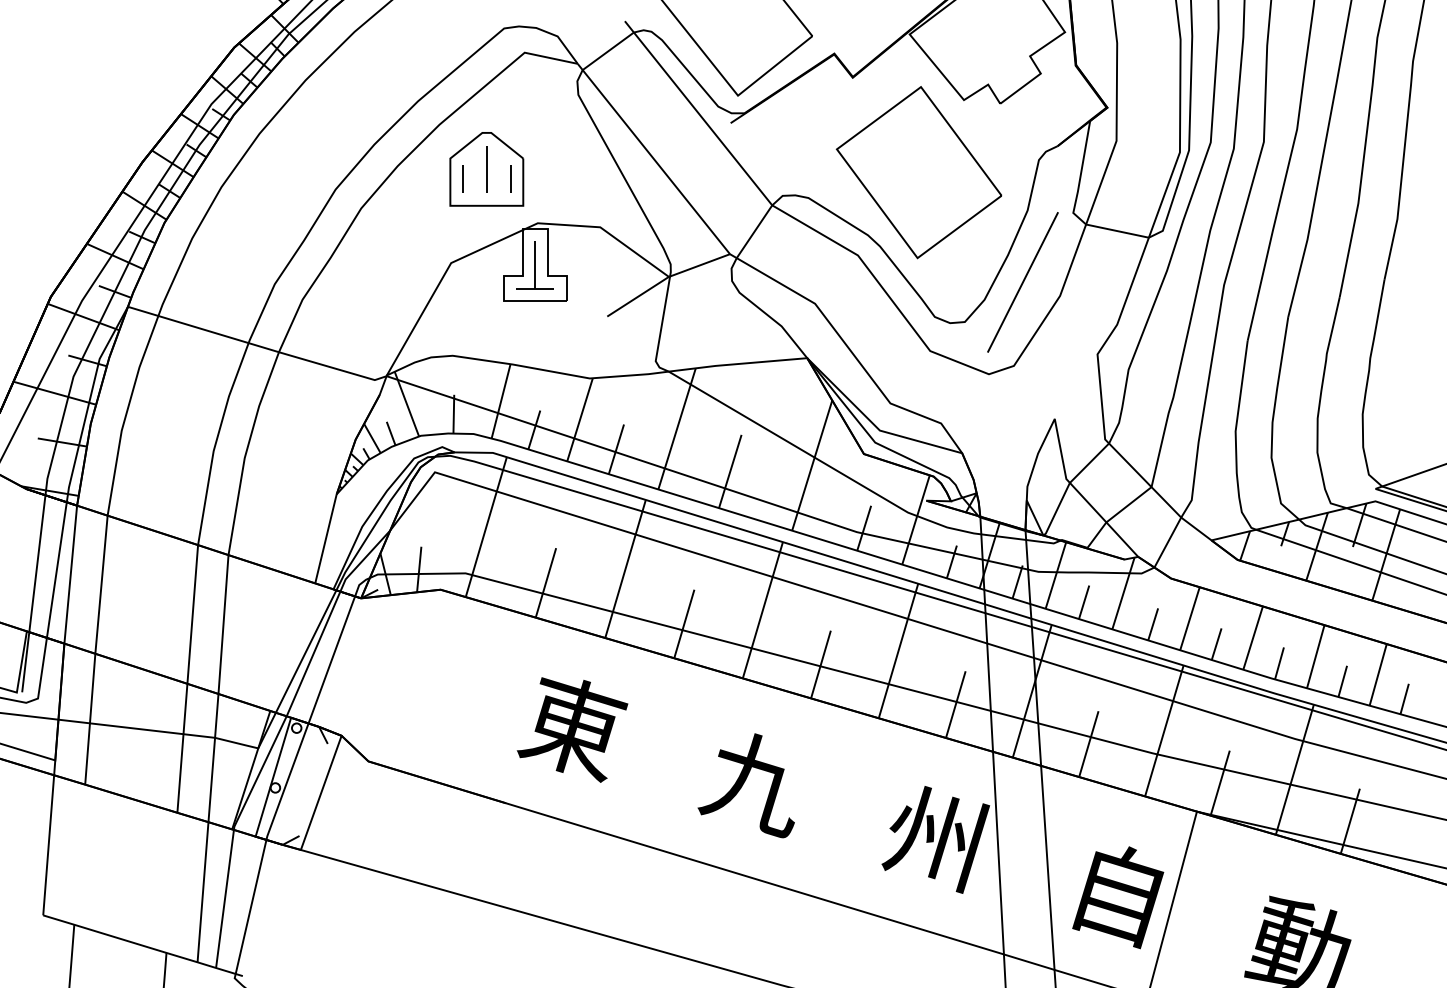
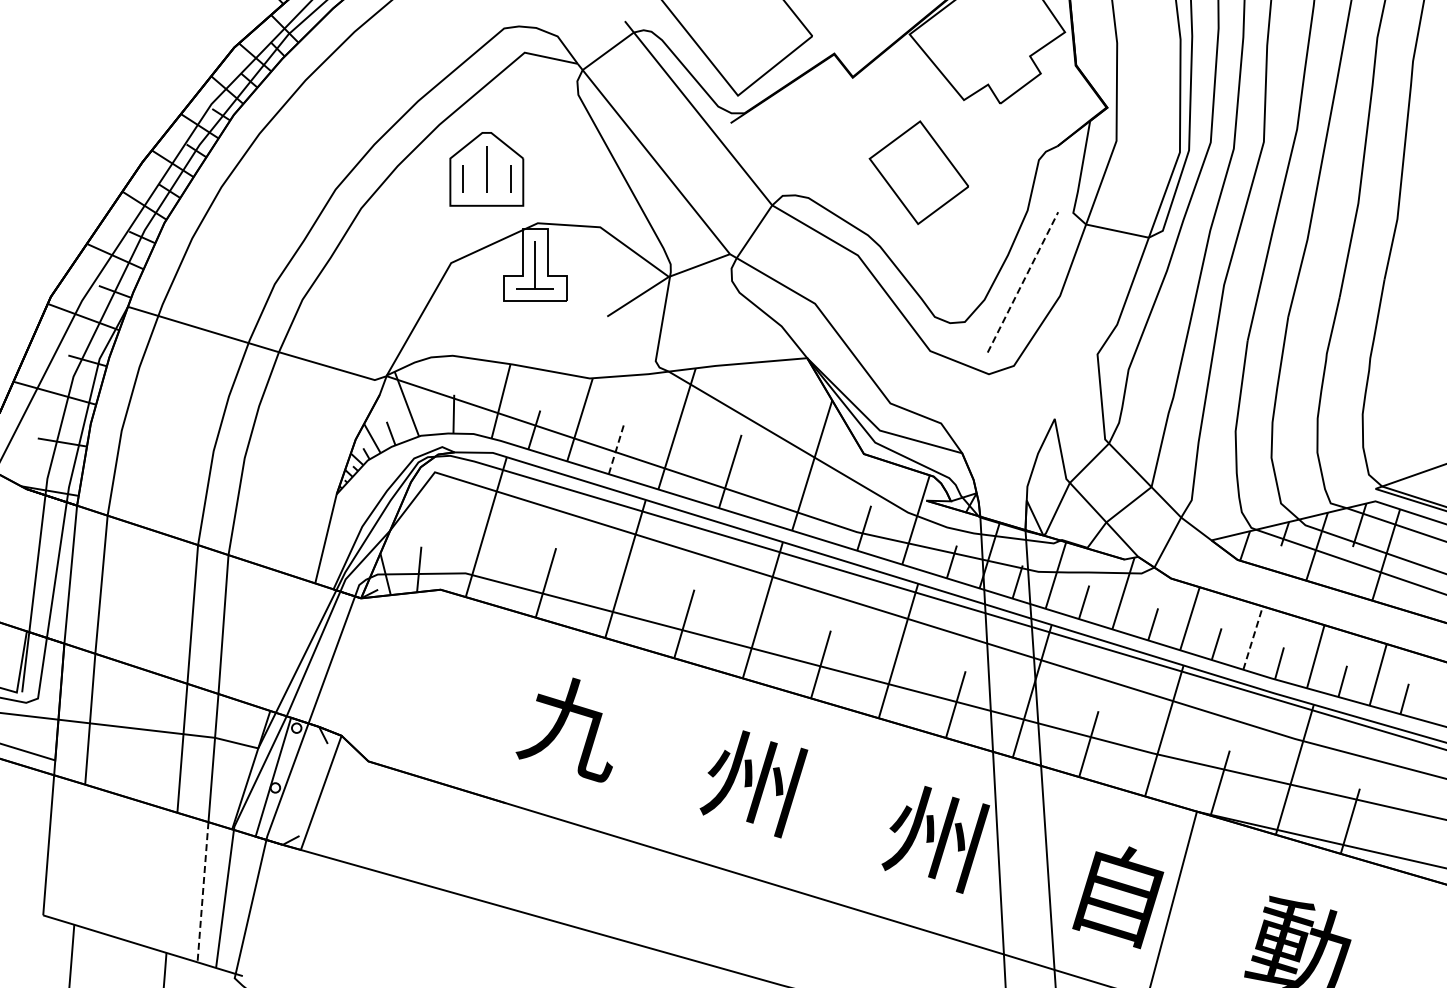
part at (918, 172) size: 168x174 px -> 101x105 px
line at (1022, 282): solid -> dashed
line at (616, 449): solid -> dashed
line at (1253, 637): solid -> dashed
text at (571, 729): 東 -> 九
text at (752, 784): 九 -> 州
line at (202, 892): solid -> dashed
